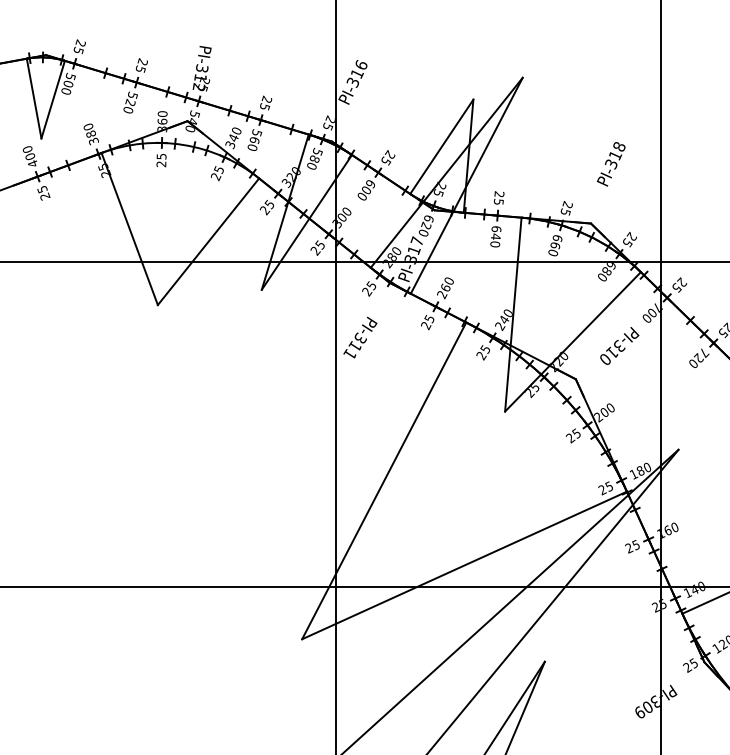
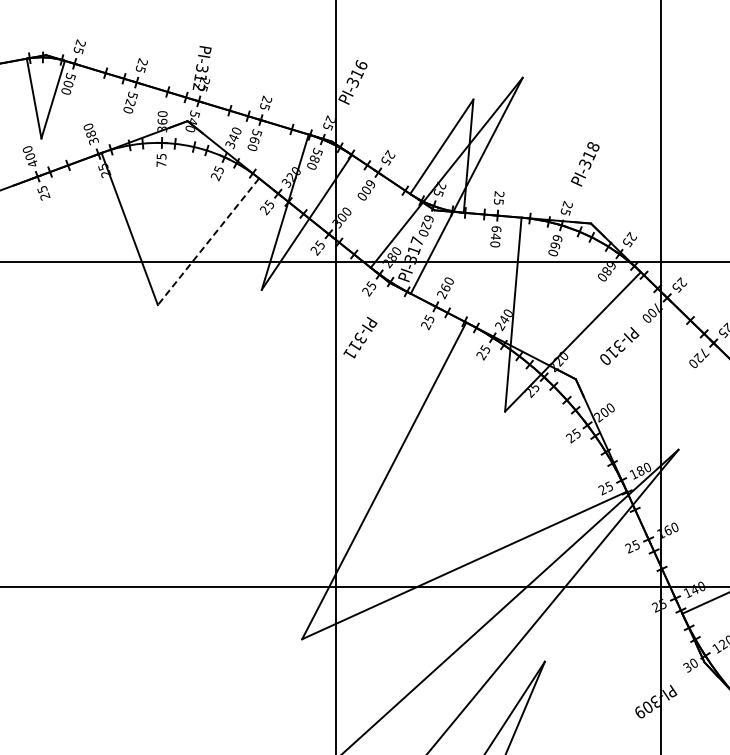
text at (161, 164): 25 -> 75
text at (611, 164) position: (611, 164) -> (585, 164)
line at (208, 242): solid -> dashed
text at (689, 665): 25 -> 30
